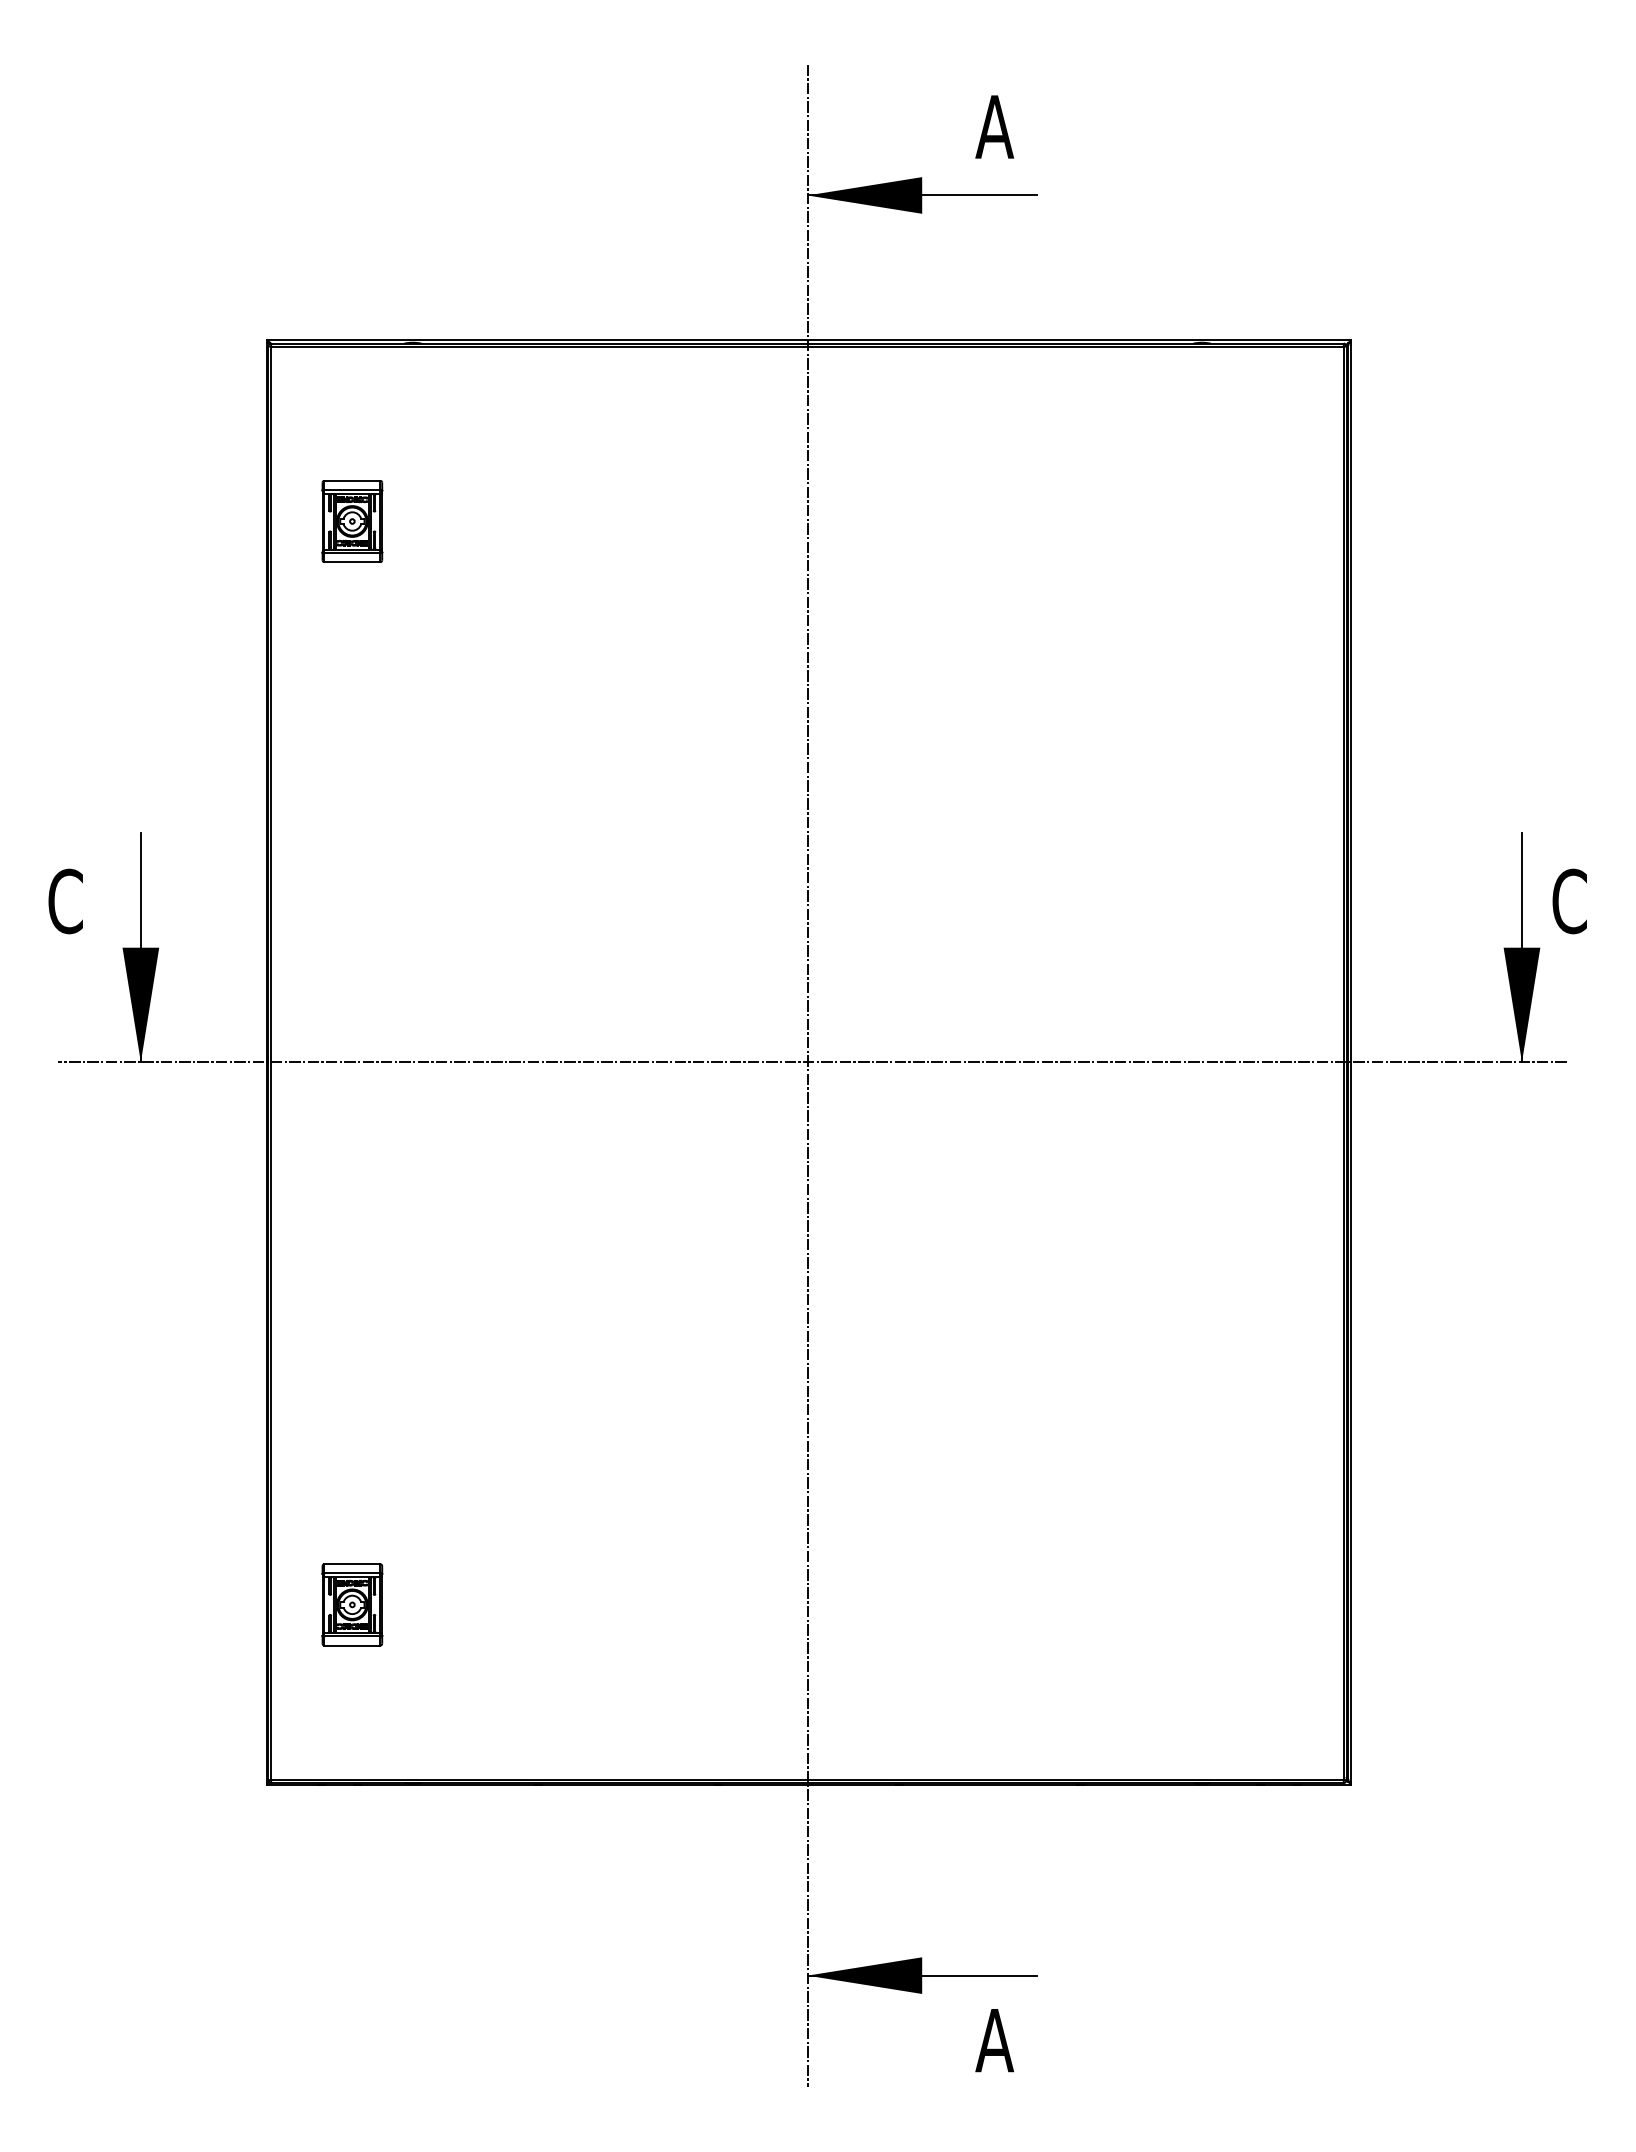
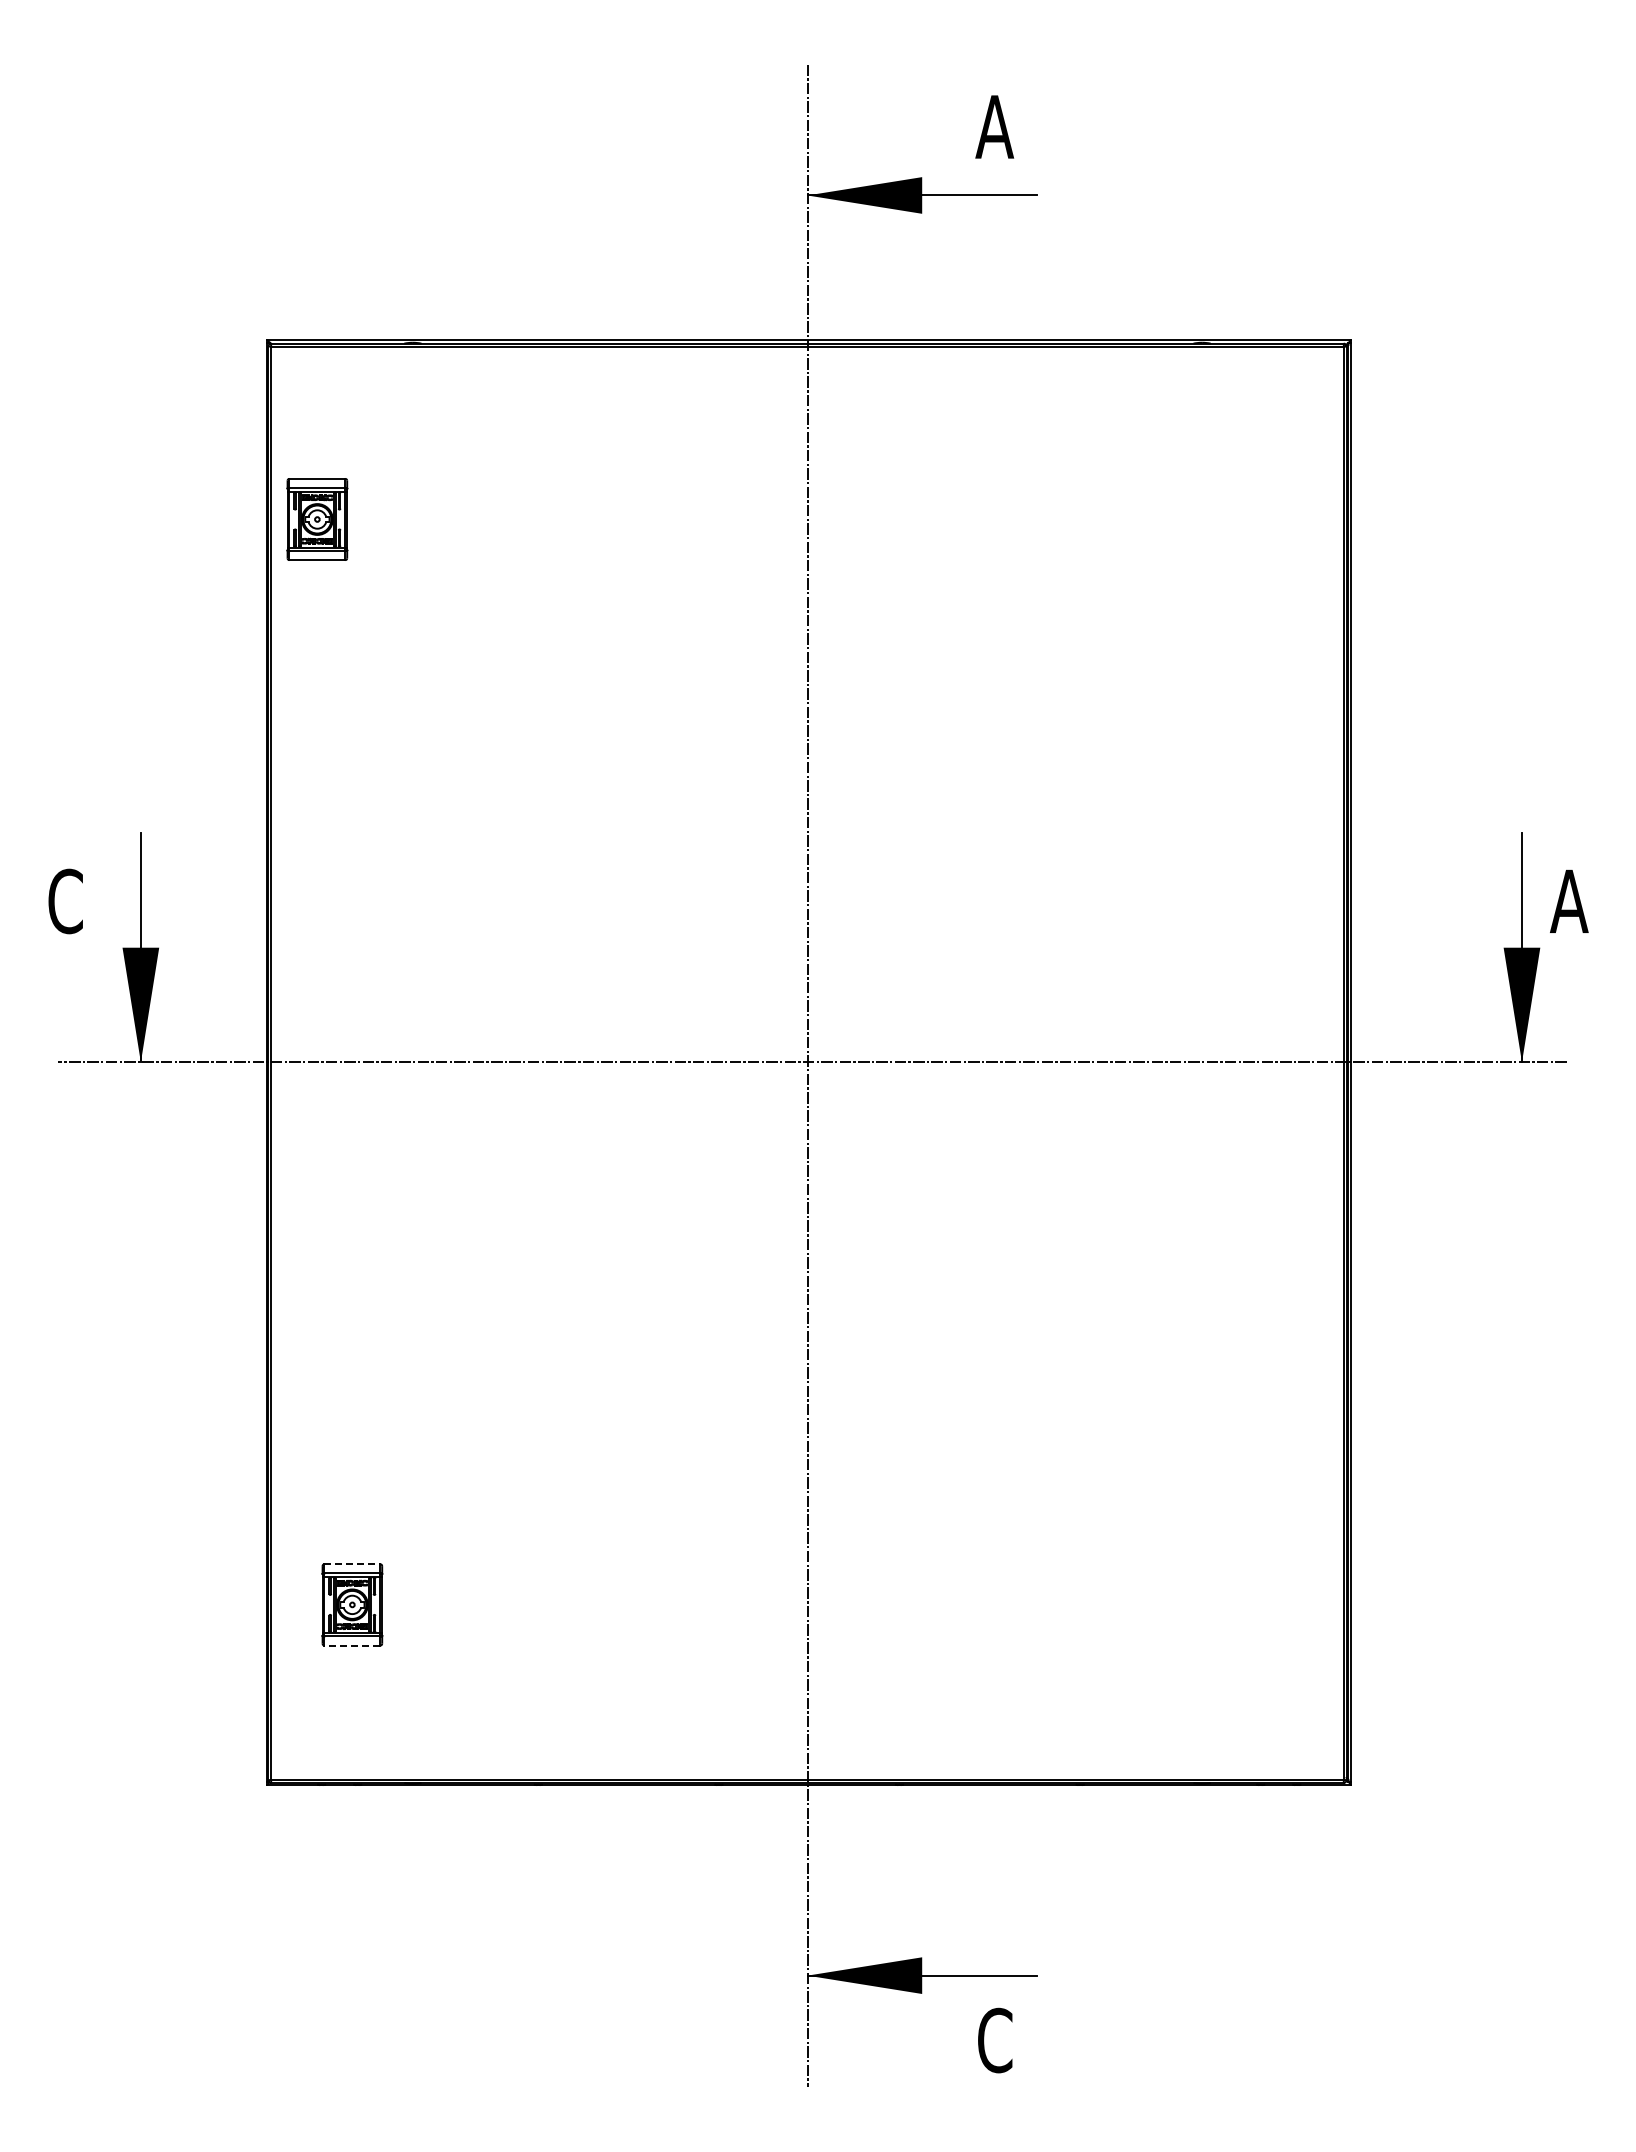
part at (352, 521) position: (352, 521) -> (317, 519)
text at (1569, 901): C -> A
line at (352, 1564): solid -> dashed
line at (352, 1645): solid -> dashed
text at (994, 2040): A -> C
